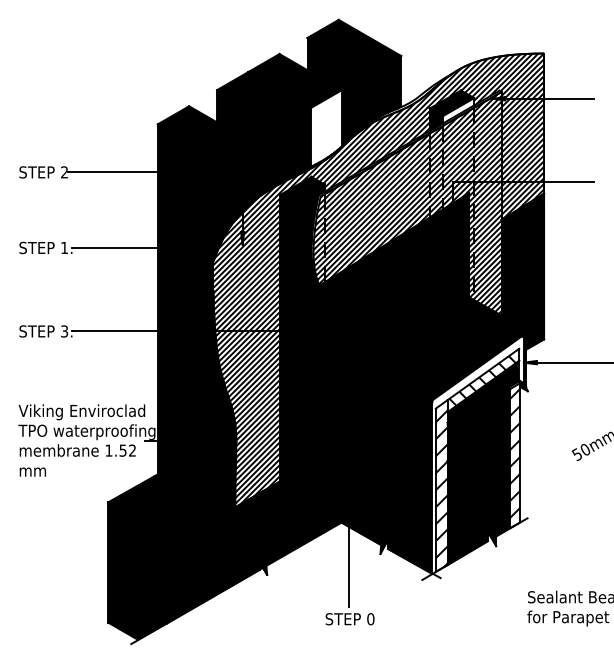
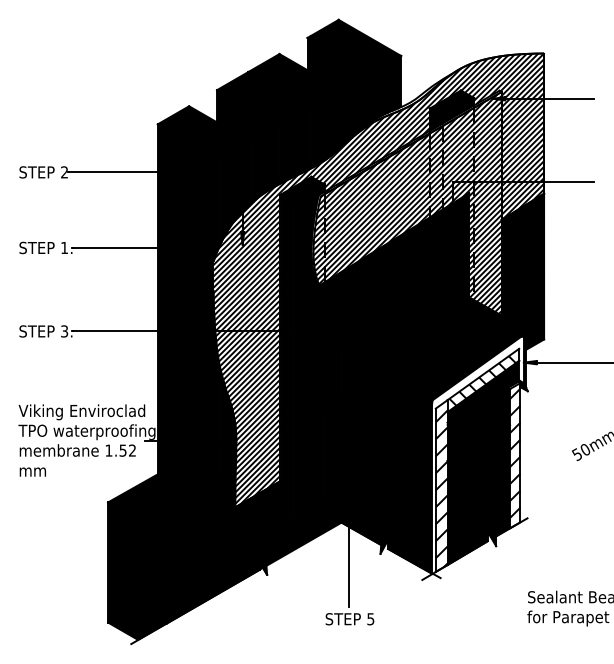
fill at (458, 110): none -> present
fill at (325, 128): none -> present
text at (370, 619): 0 -> 5
